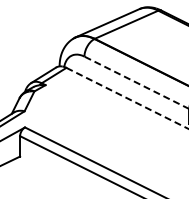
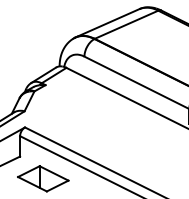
line at (136, 82): dashed -> solid
line at (128, 98): dashed -> solid
part at (43, 178): none -> present
